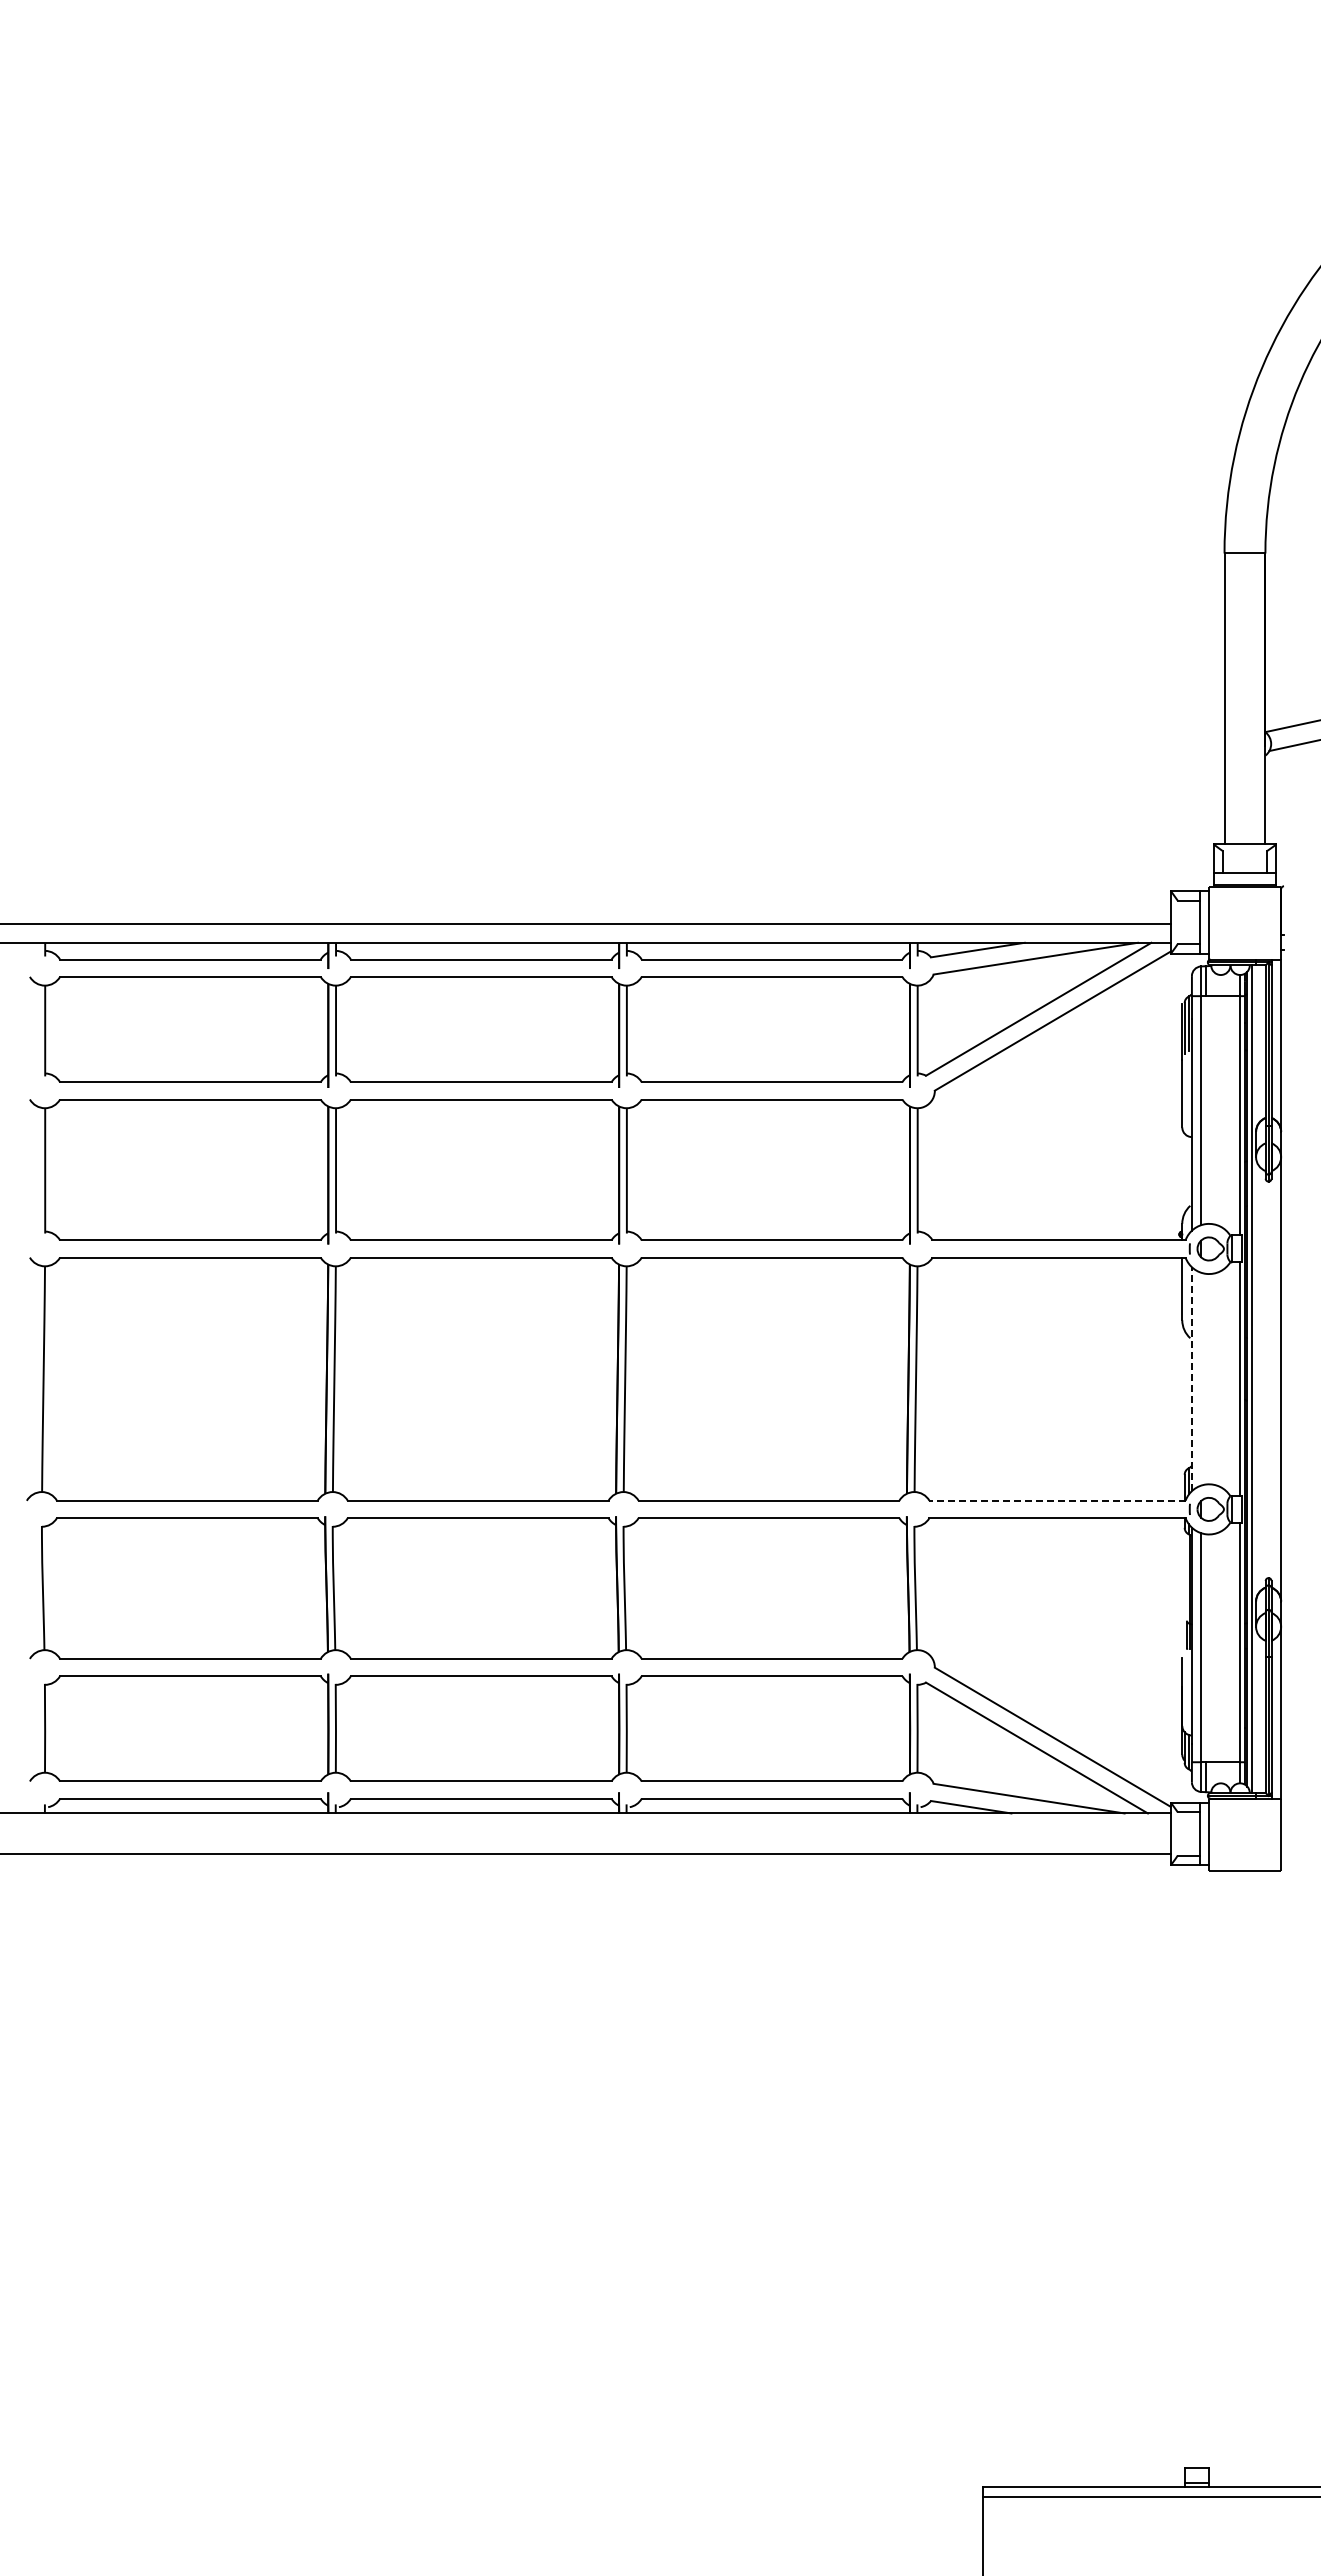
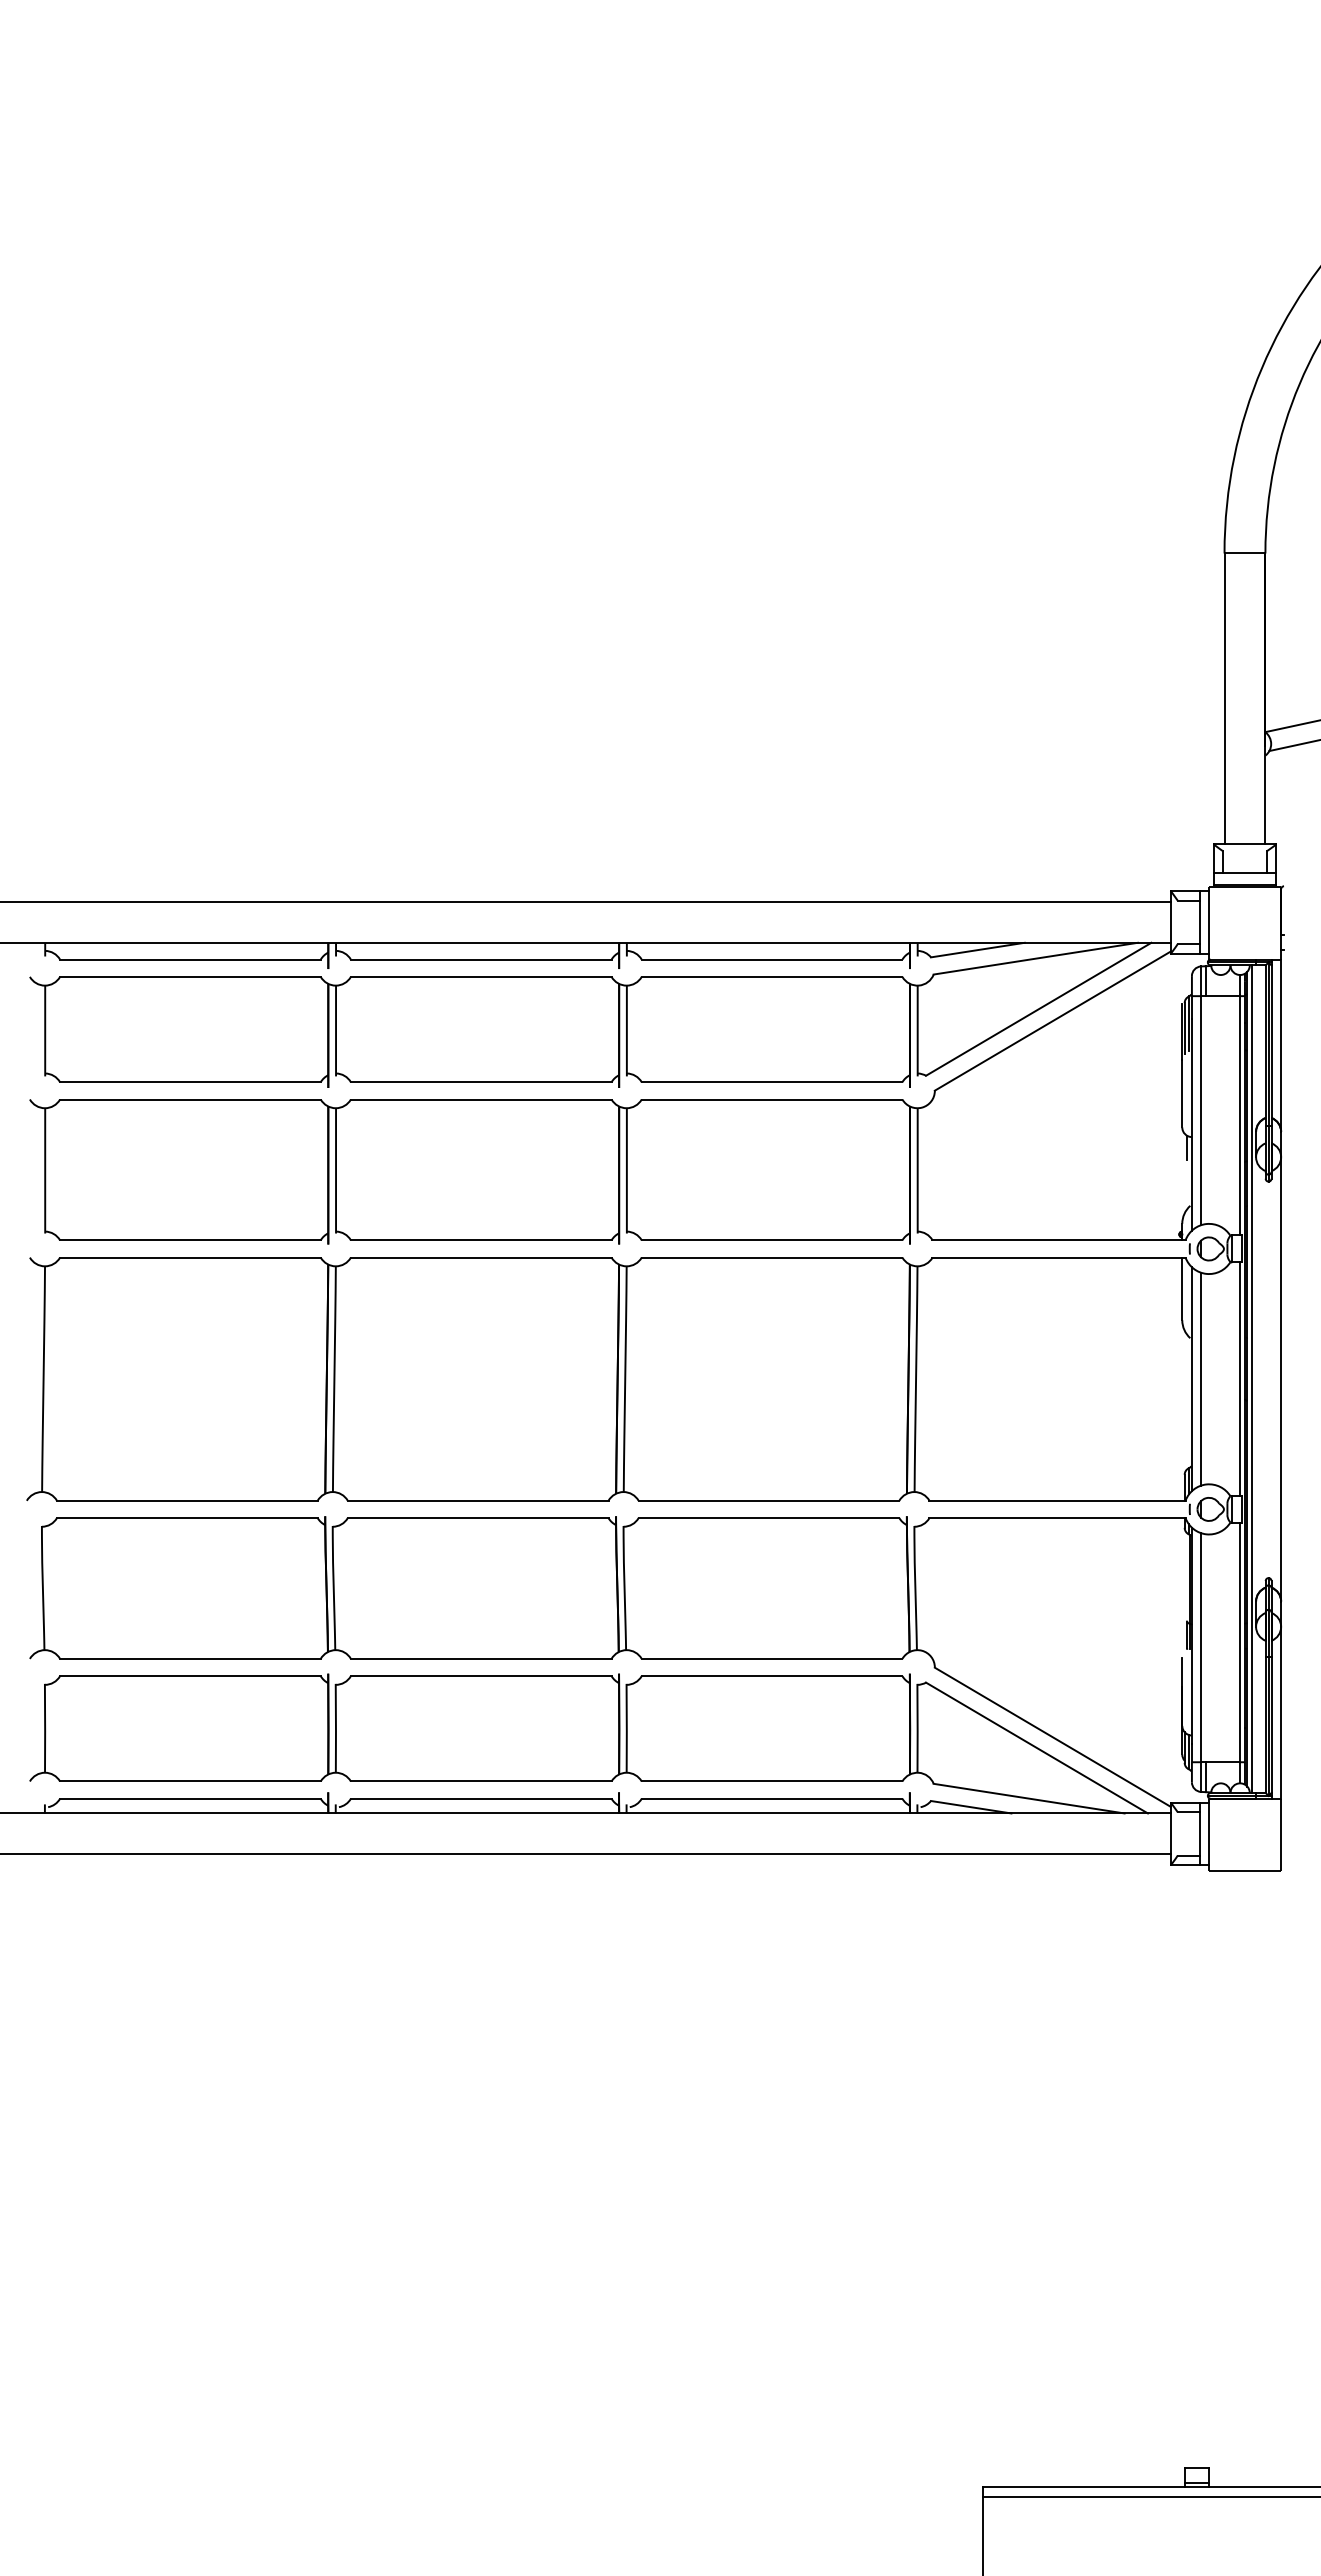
line at (586, 923) position: (586, 923) -> (586, 901)
line at (1187, 1147): none -> present
line at (1201, 1378): none -> present
line at (1191, 1379): dashed -> solid
line at (1056, 1500): dashed -> solid
